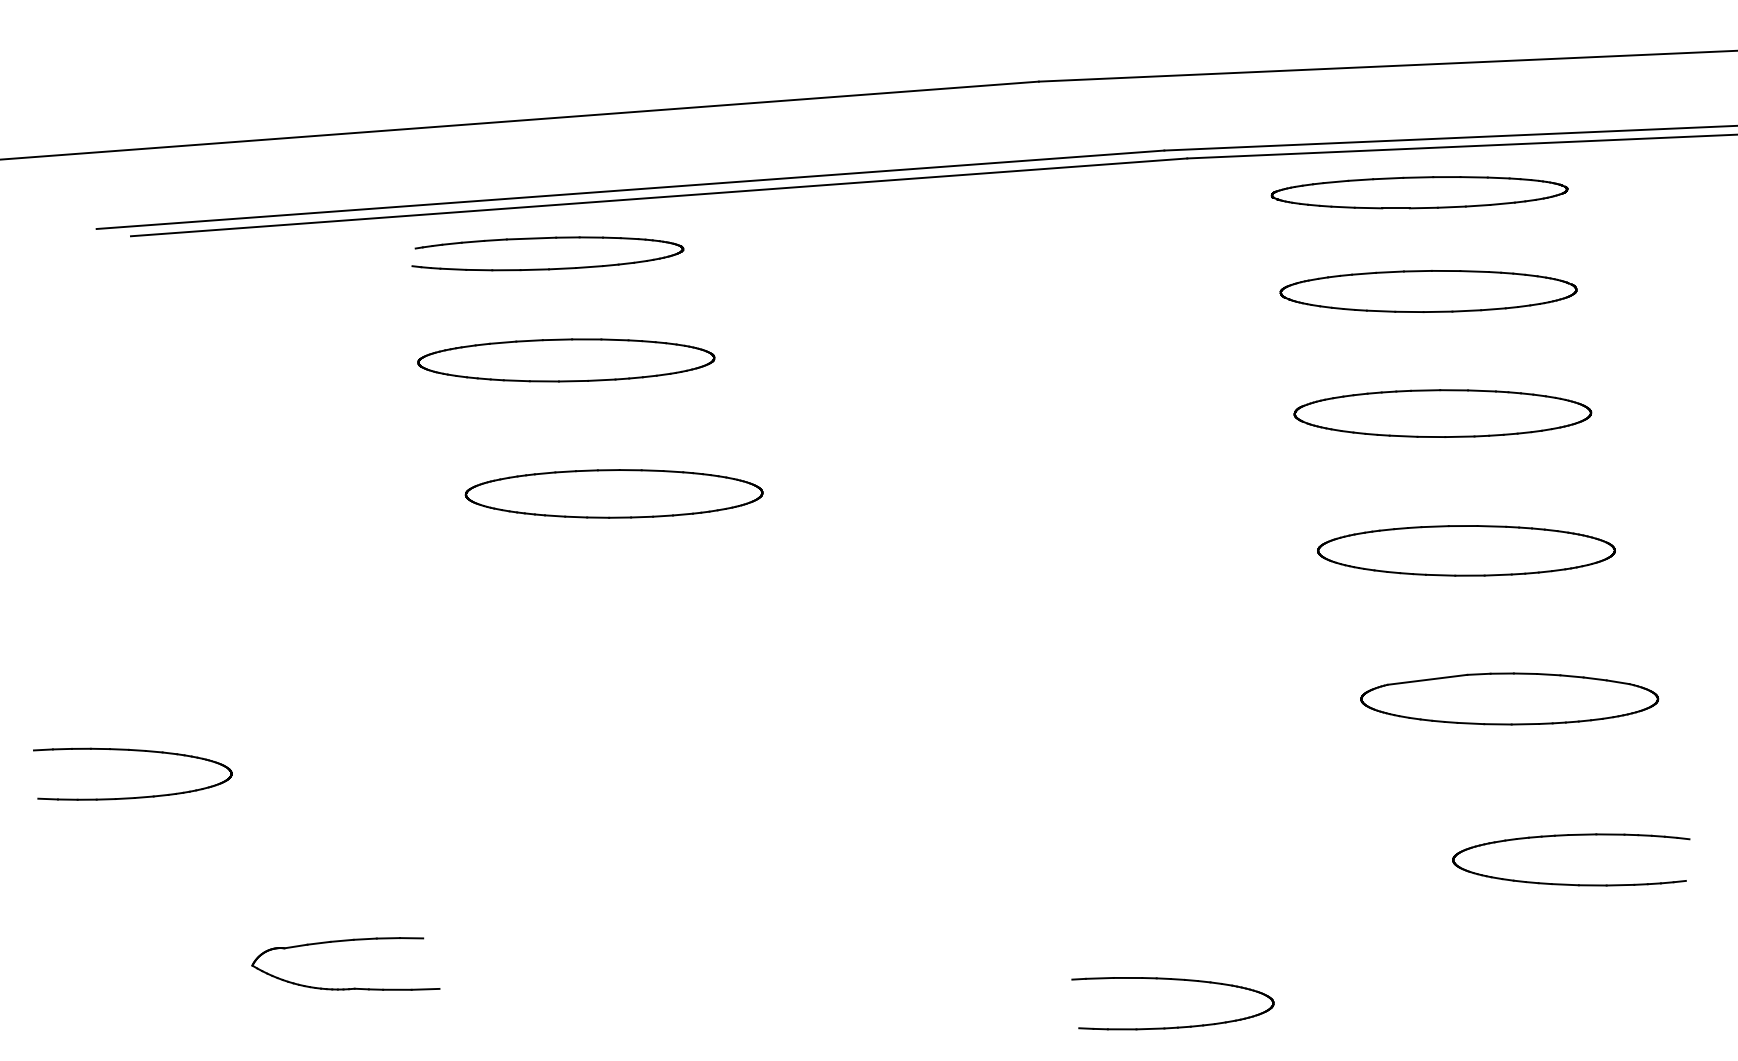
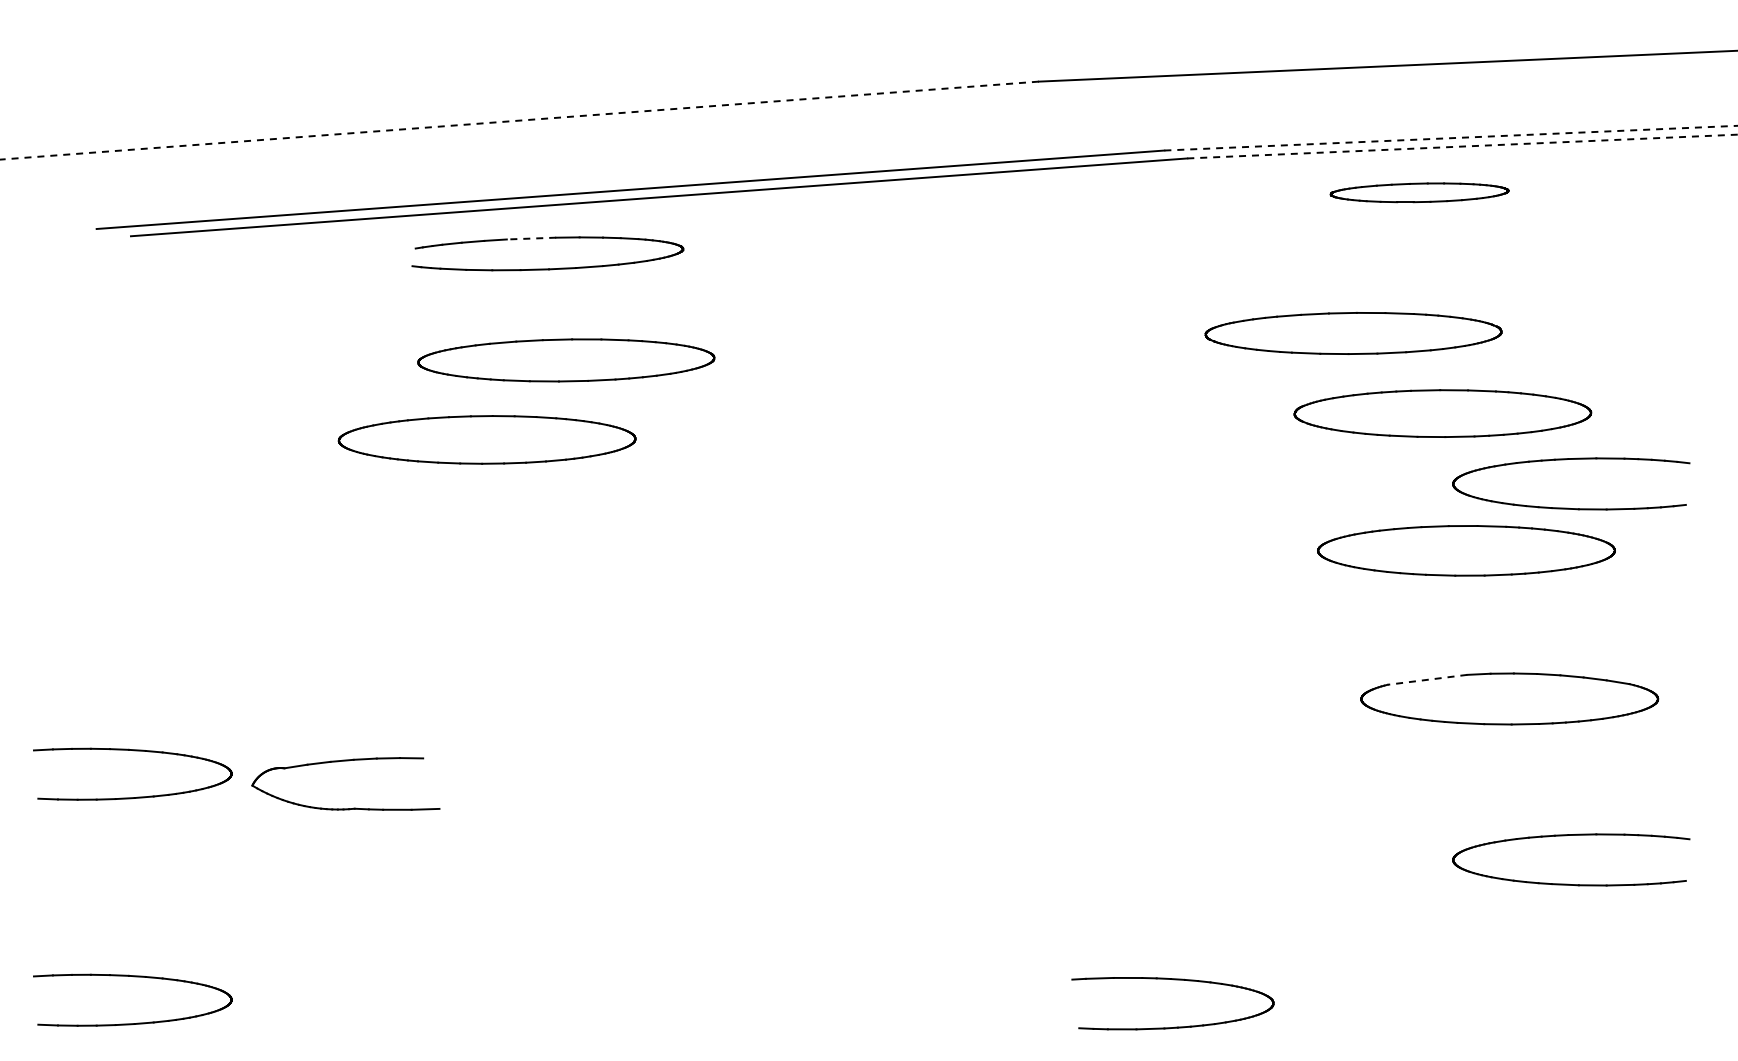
line at (519, 120): solid -> dashed
line at (1450, 138): solid -> dashed
line at (1462, 146): solid -> dashed
part at (1419, 192) size: 299x34 px -> 181x22 px
line at (531, 238): solid -> dashed
part at (1428, 291) position: (1428, 291) -> (1353, 333)
part at (1565, 460): none -> present
part at (613, 493) position: (613, 493) -> (486, 439)
line at (1426, 679): solid -> dashed
part at (345, 941) position: (345, 941) -> (345, 761)
part at (133, 977): none -> present
